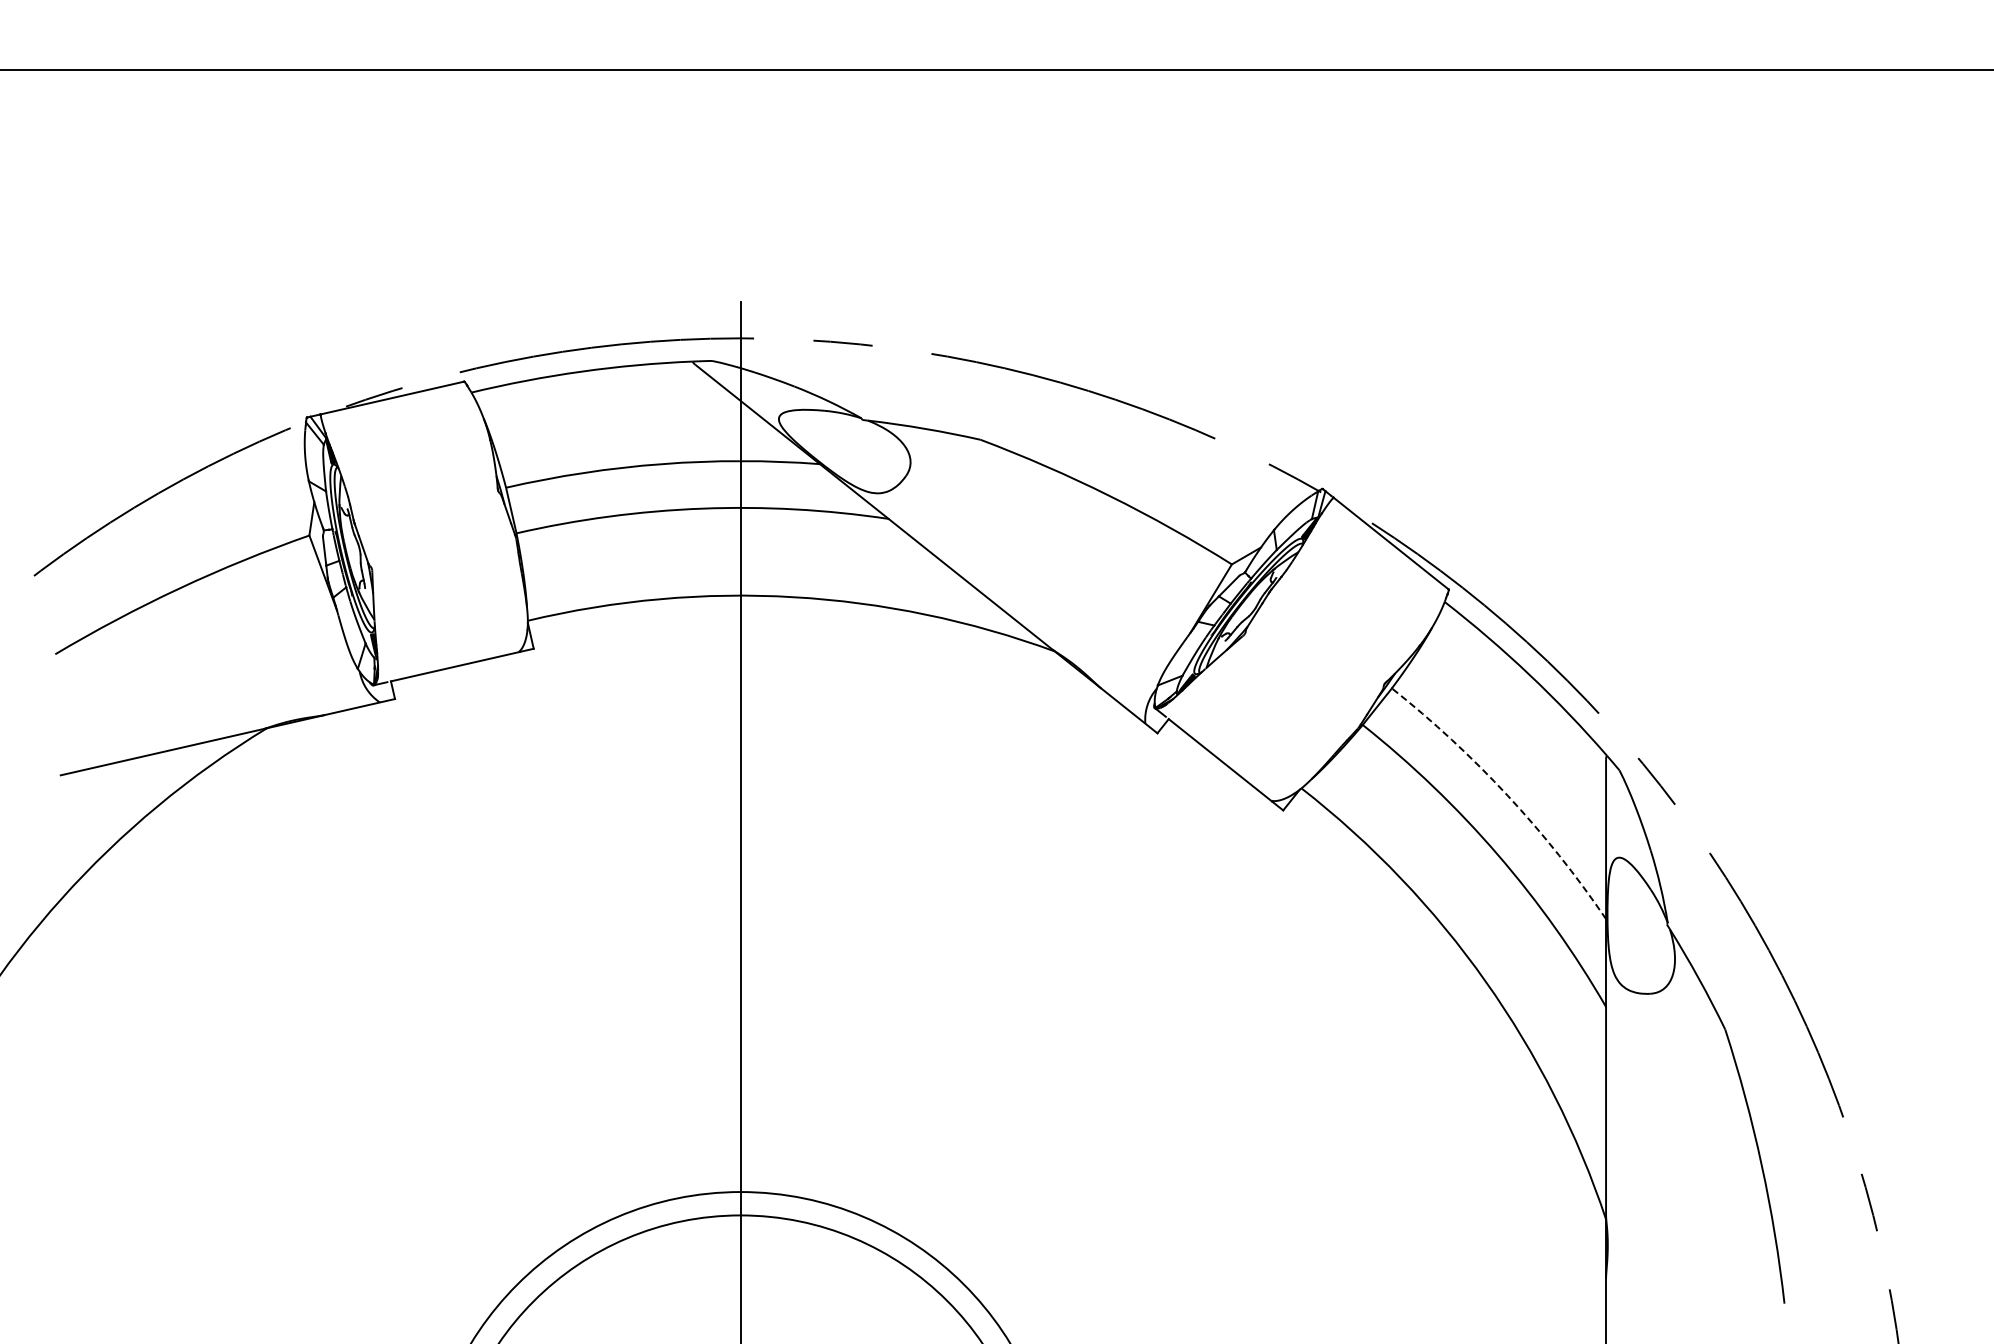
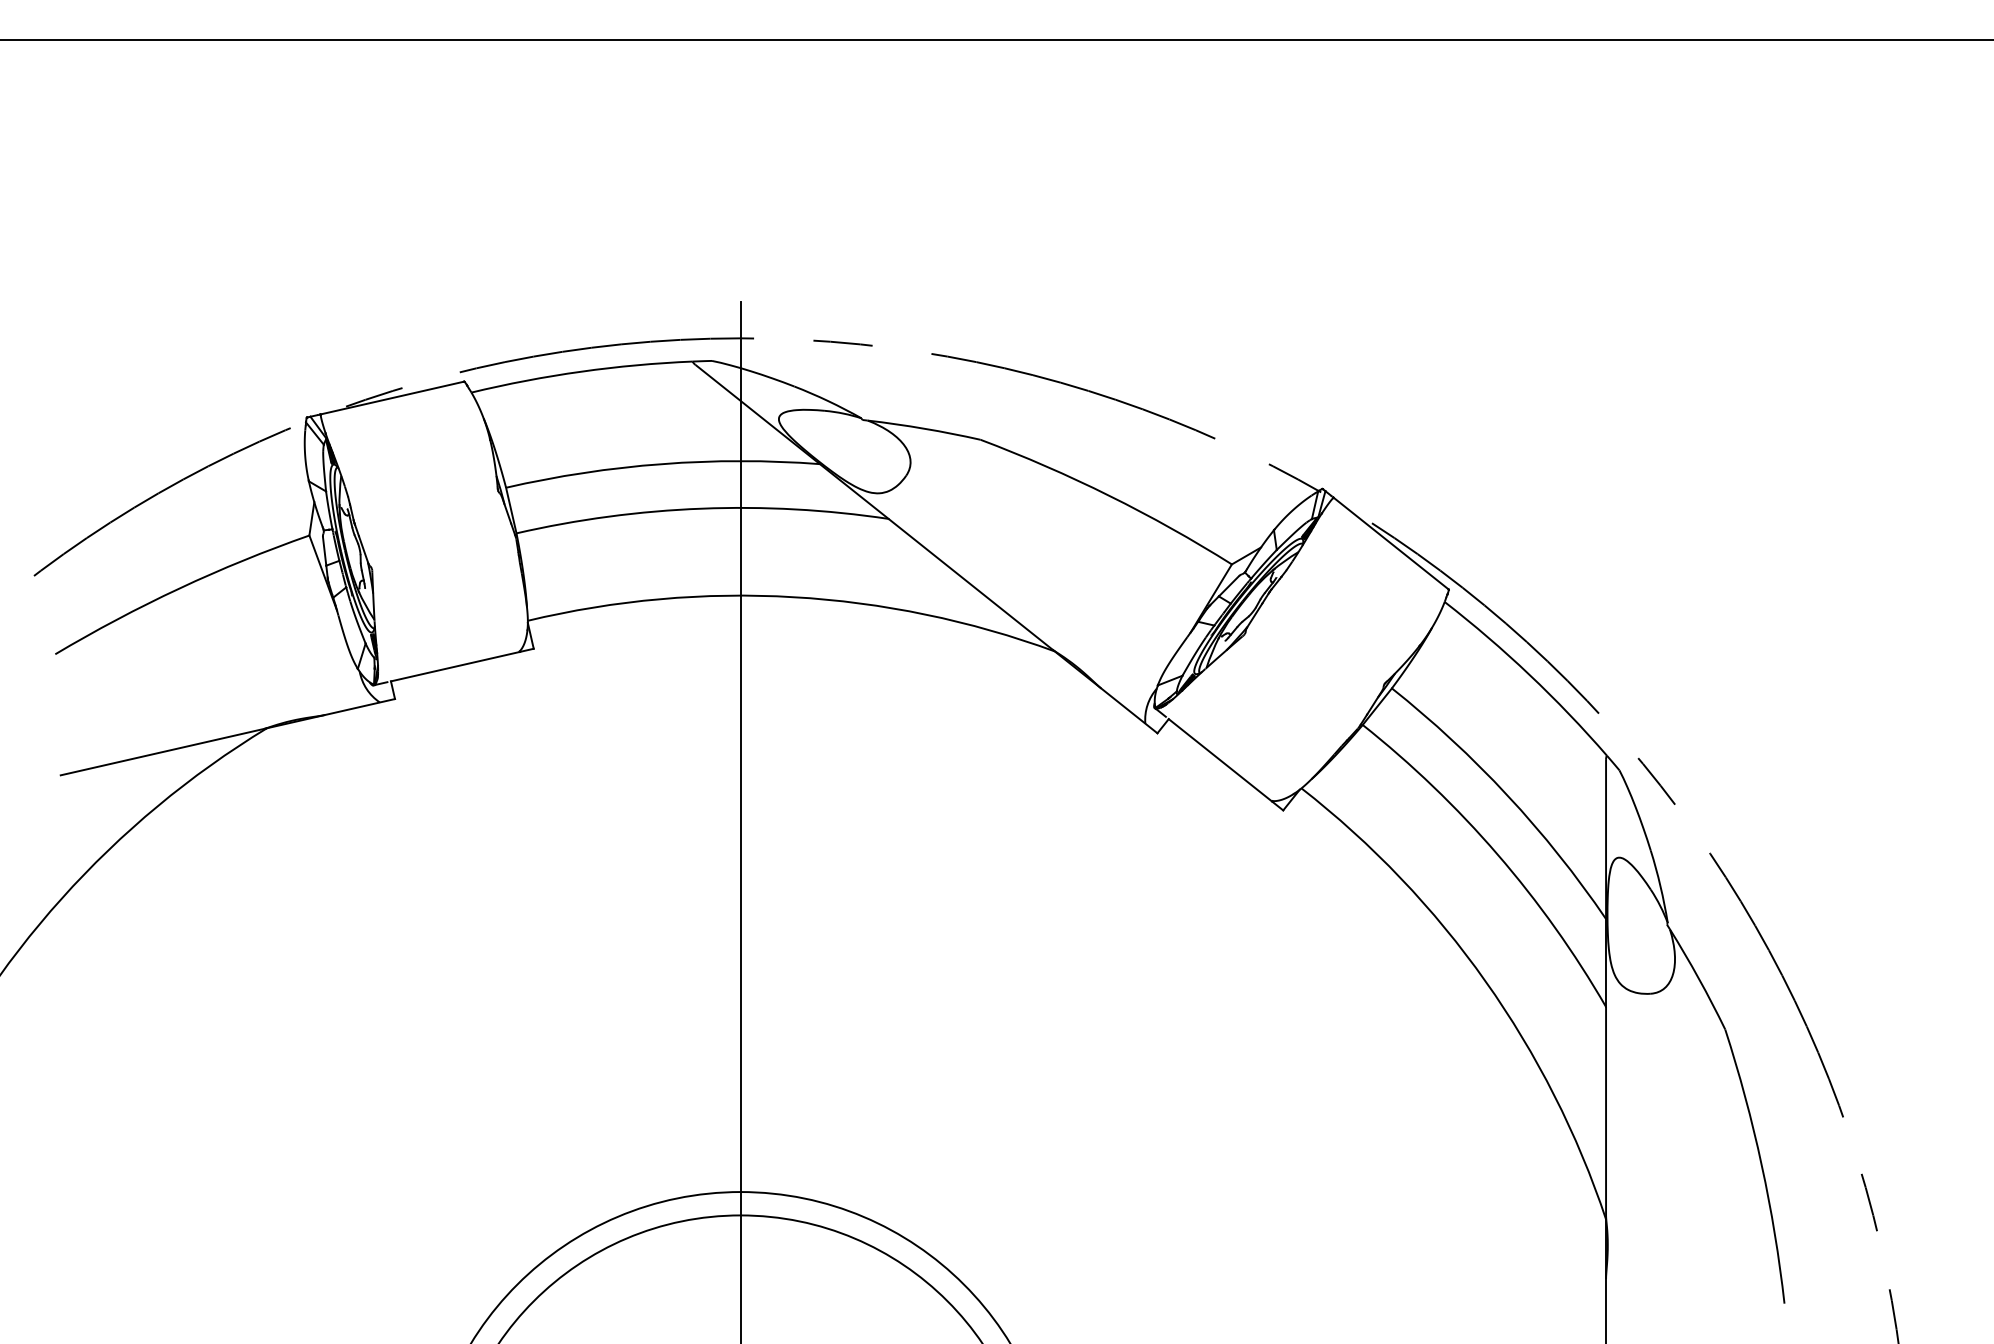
line at (996, 70) position: (996, 70) -> (996, 40)
arc at (1507, 795): dashed -> solid
